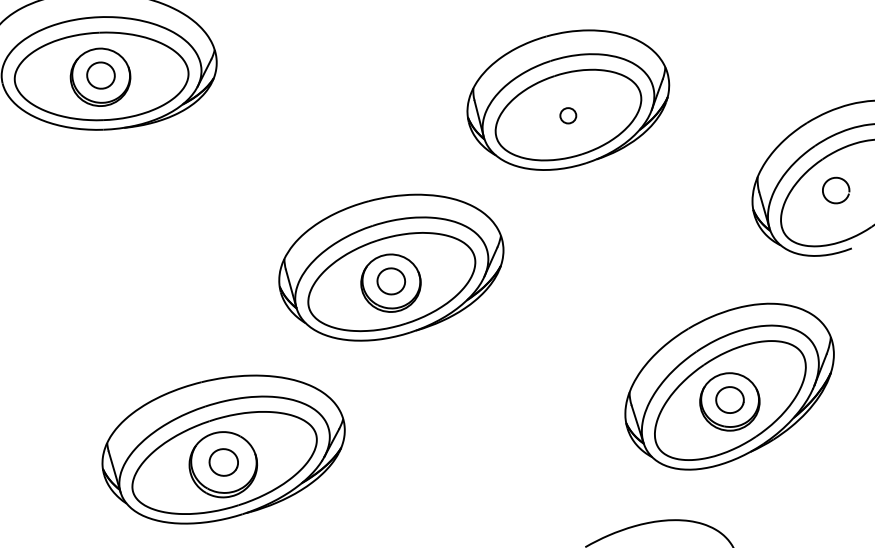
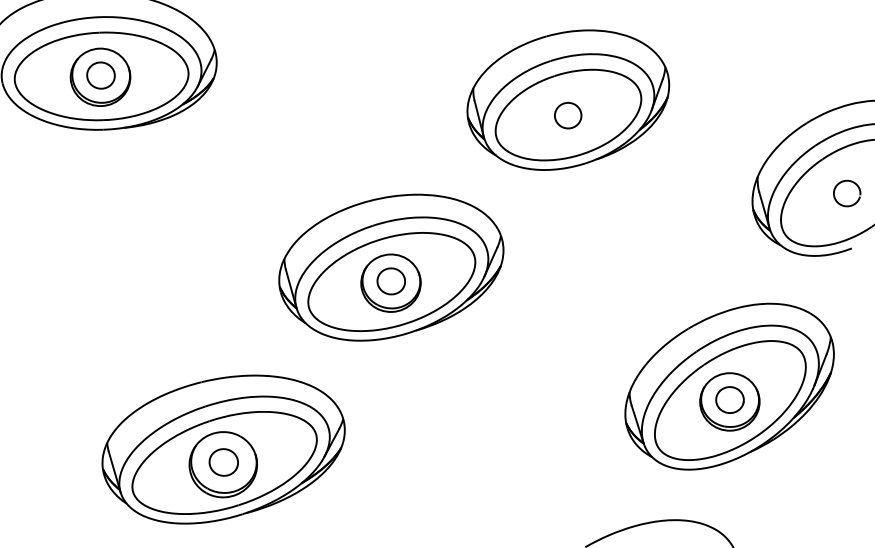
part at (568, 115) size: 19x18 px -> 29x28 px
curve at (839, 179) position: (839, 179) -> (850, 182)
